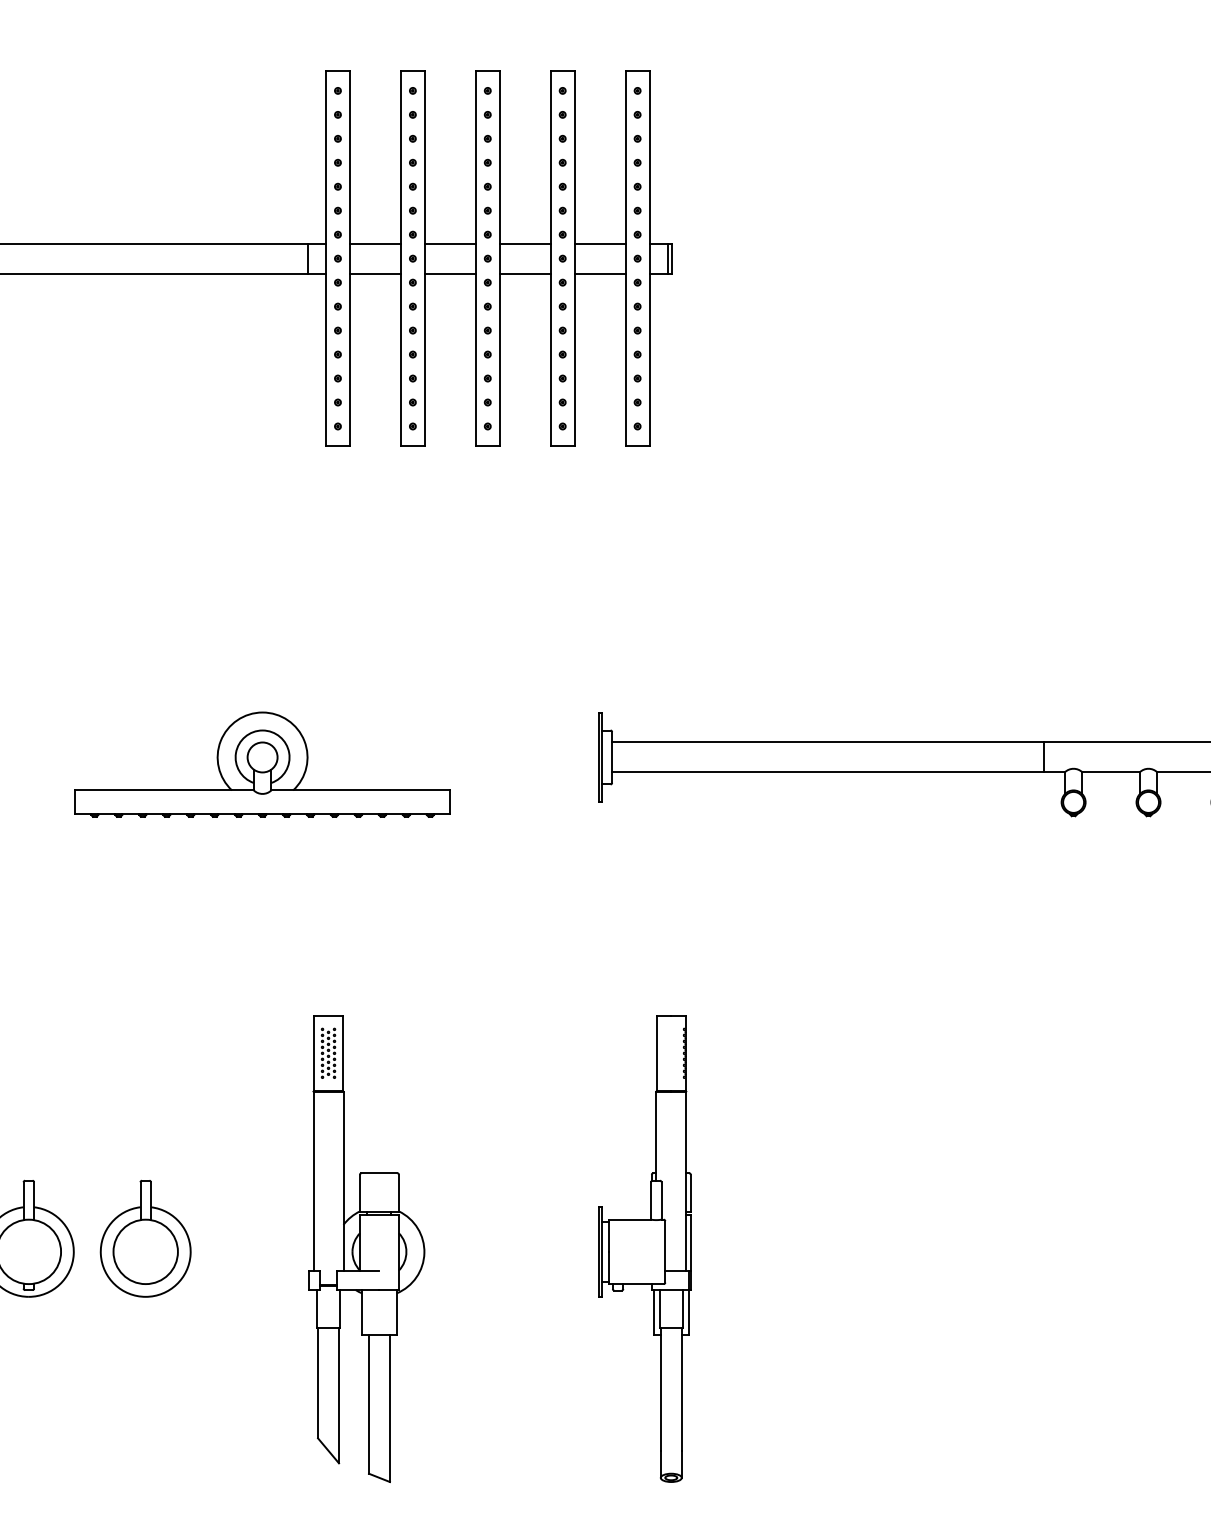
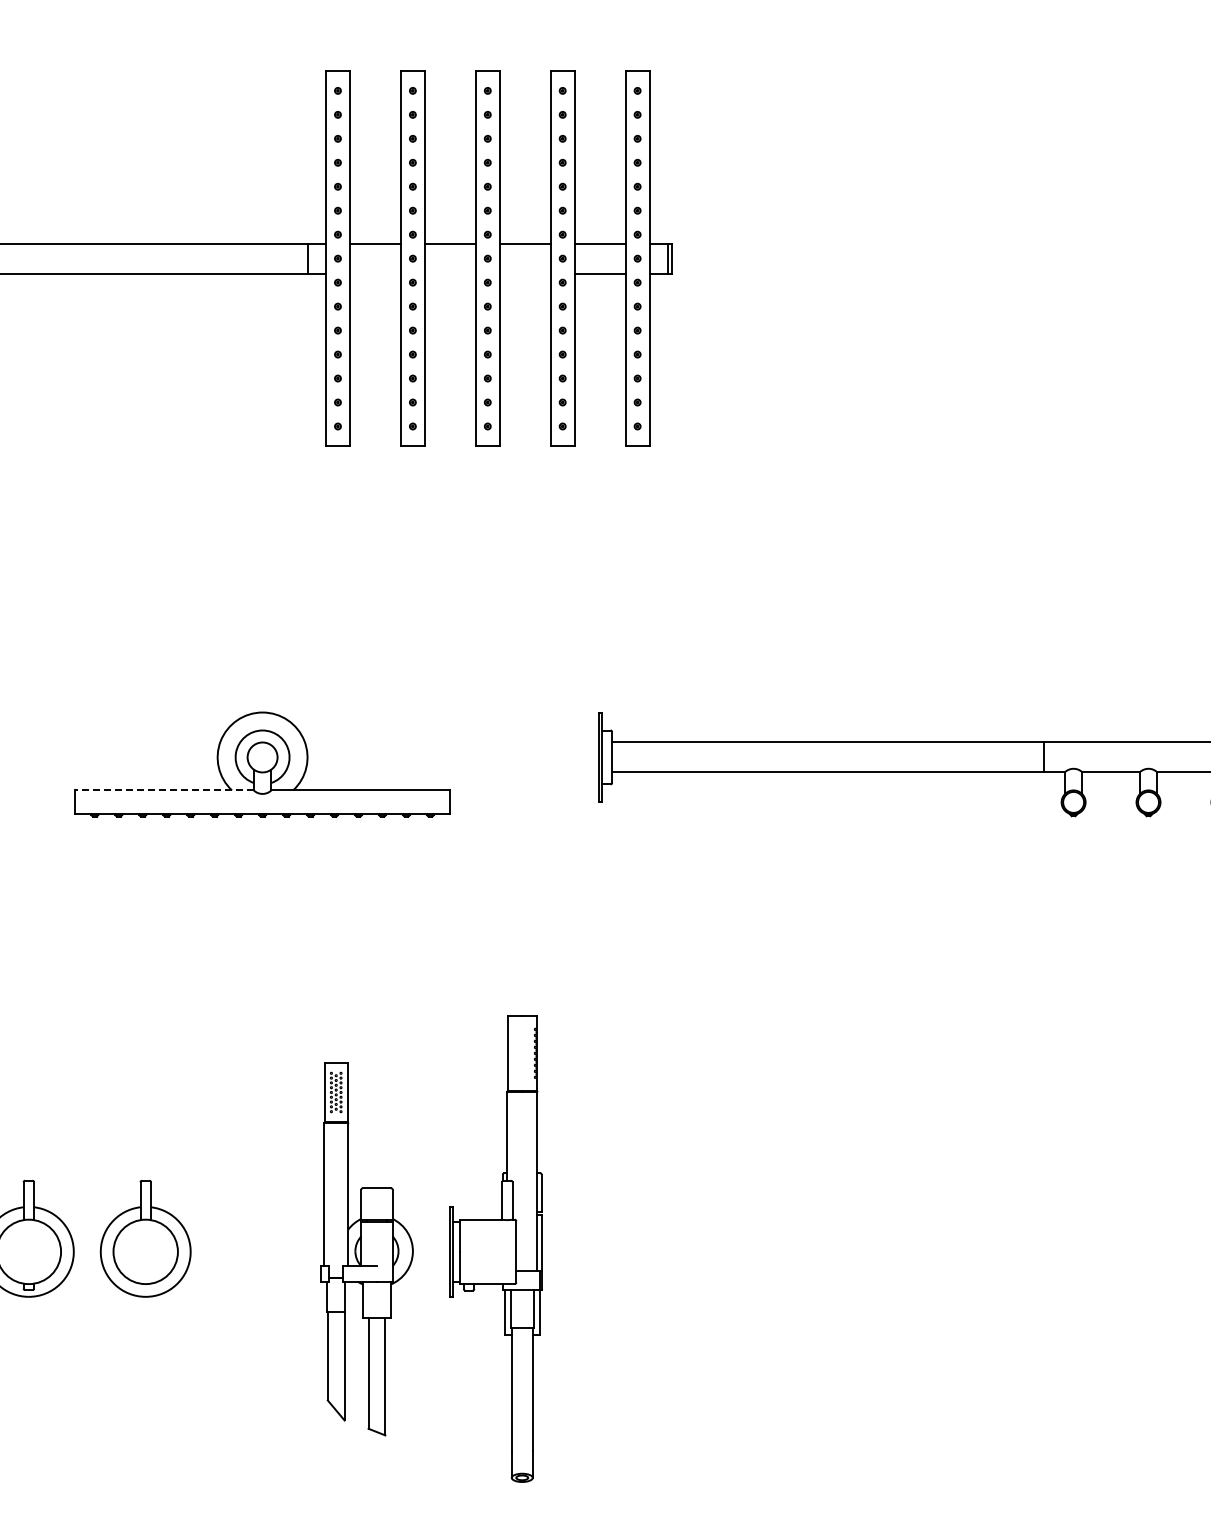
line at (374, 273): present -> none
line at (449, 273): present -> none
line at (524, 273): present -> none
line at (164, 790): solid -> dashed
part at (366, 1248) size: 118x468 px -> 94x375 px
part at (644, 1248) position: (644, 1248) -> (495, 1248)
